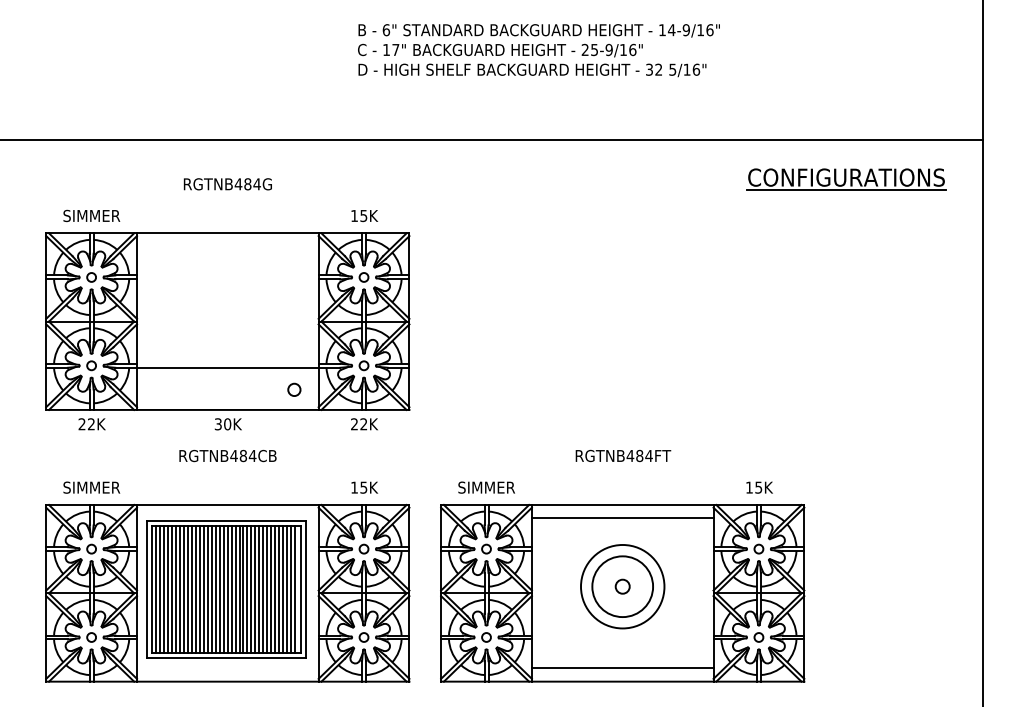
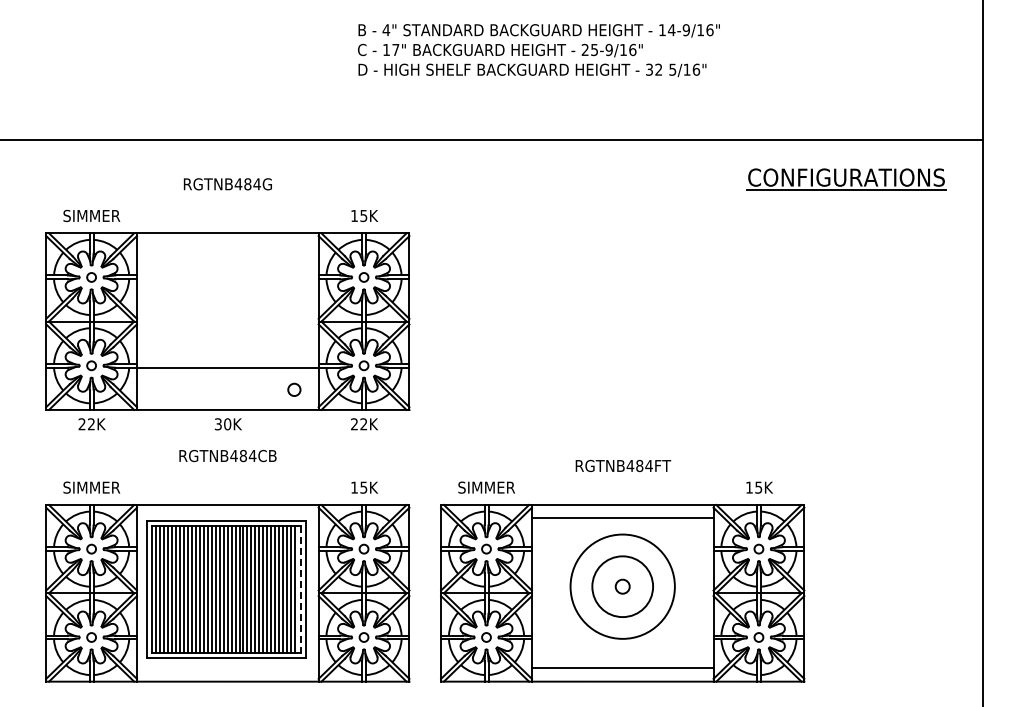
text at (386, 30): 6" -> 4"
text at (623, 455) position: (623, 455) -> (623, 465)
circle at (622, 586) diameter: 83 px -> 104 px
line at (300, 589): solid -> dashed
